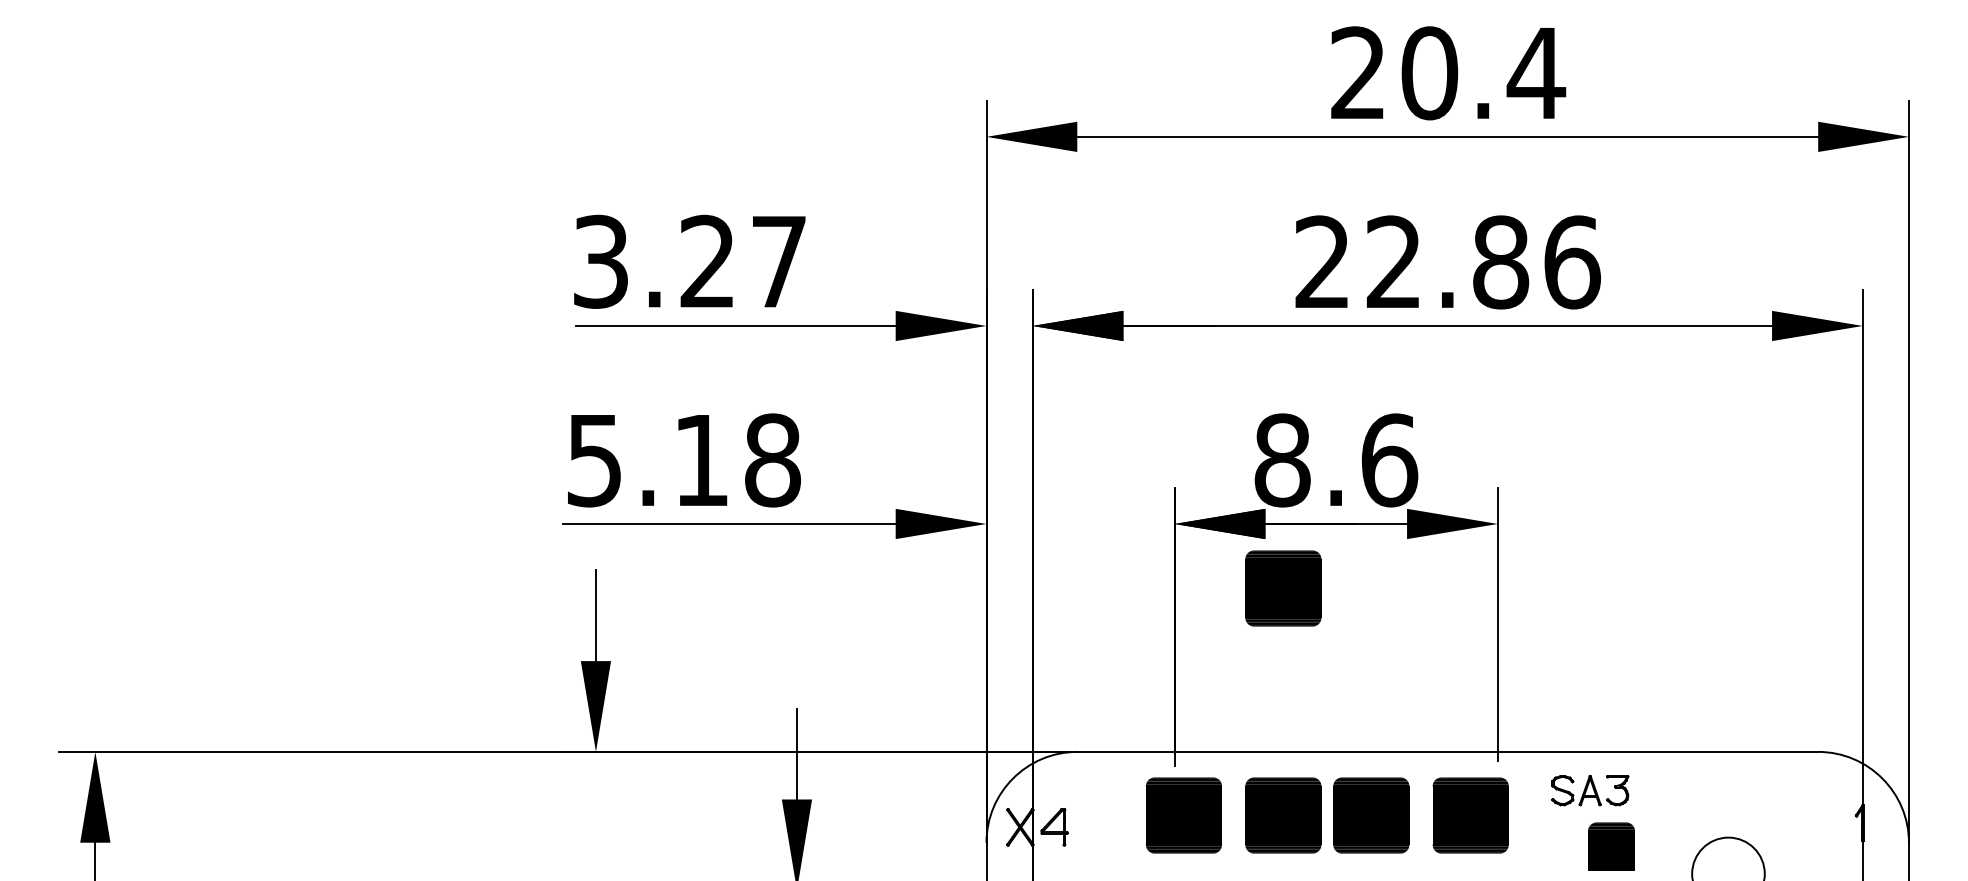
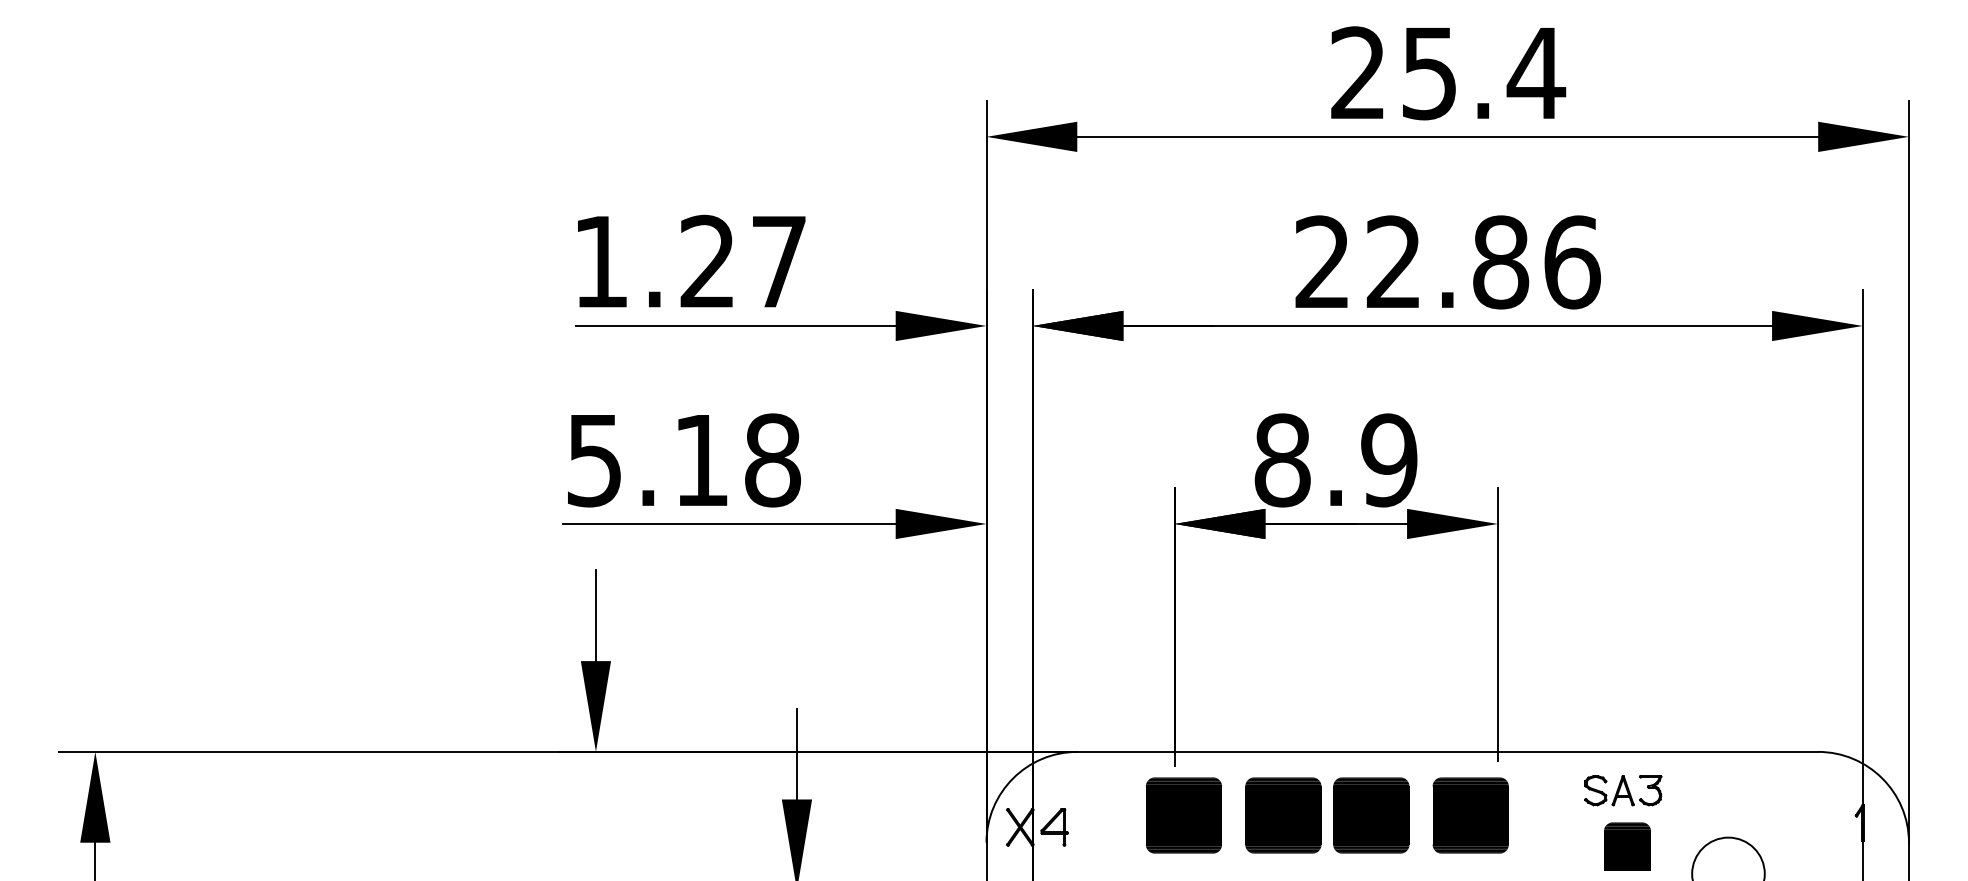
text at (1429, 73): 20.4 -> 25.4
text at (600, 261): 3.27 -> 1.27
text at (1389, 460): 8.6 -> 8.9
part at (1283, 588): present -> none
part at (1590, 790) position: (1590, 790) -> (1623, 790)
part at (1611, 846) position: (1611, 846) -> (1627, 846)
